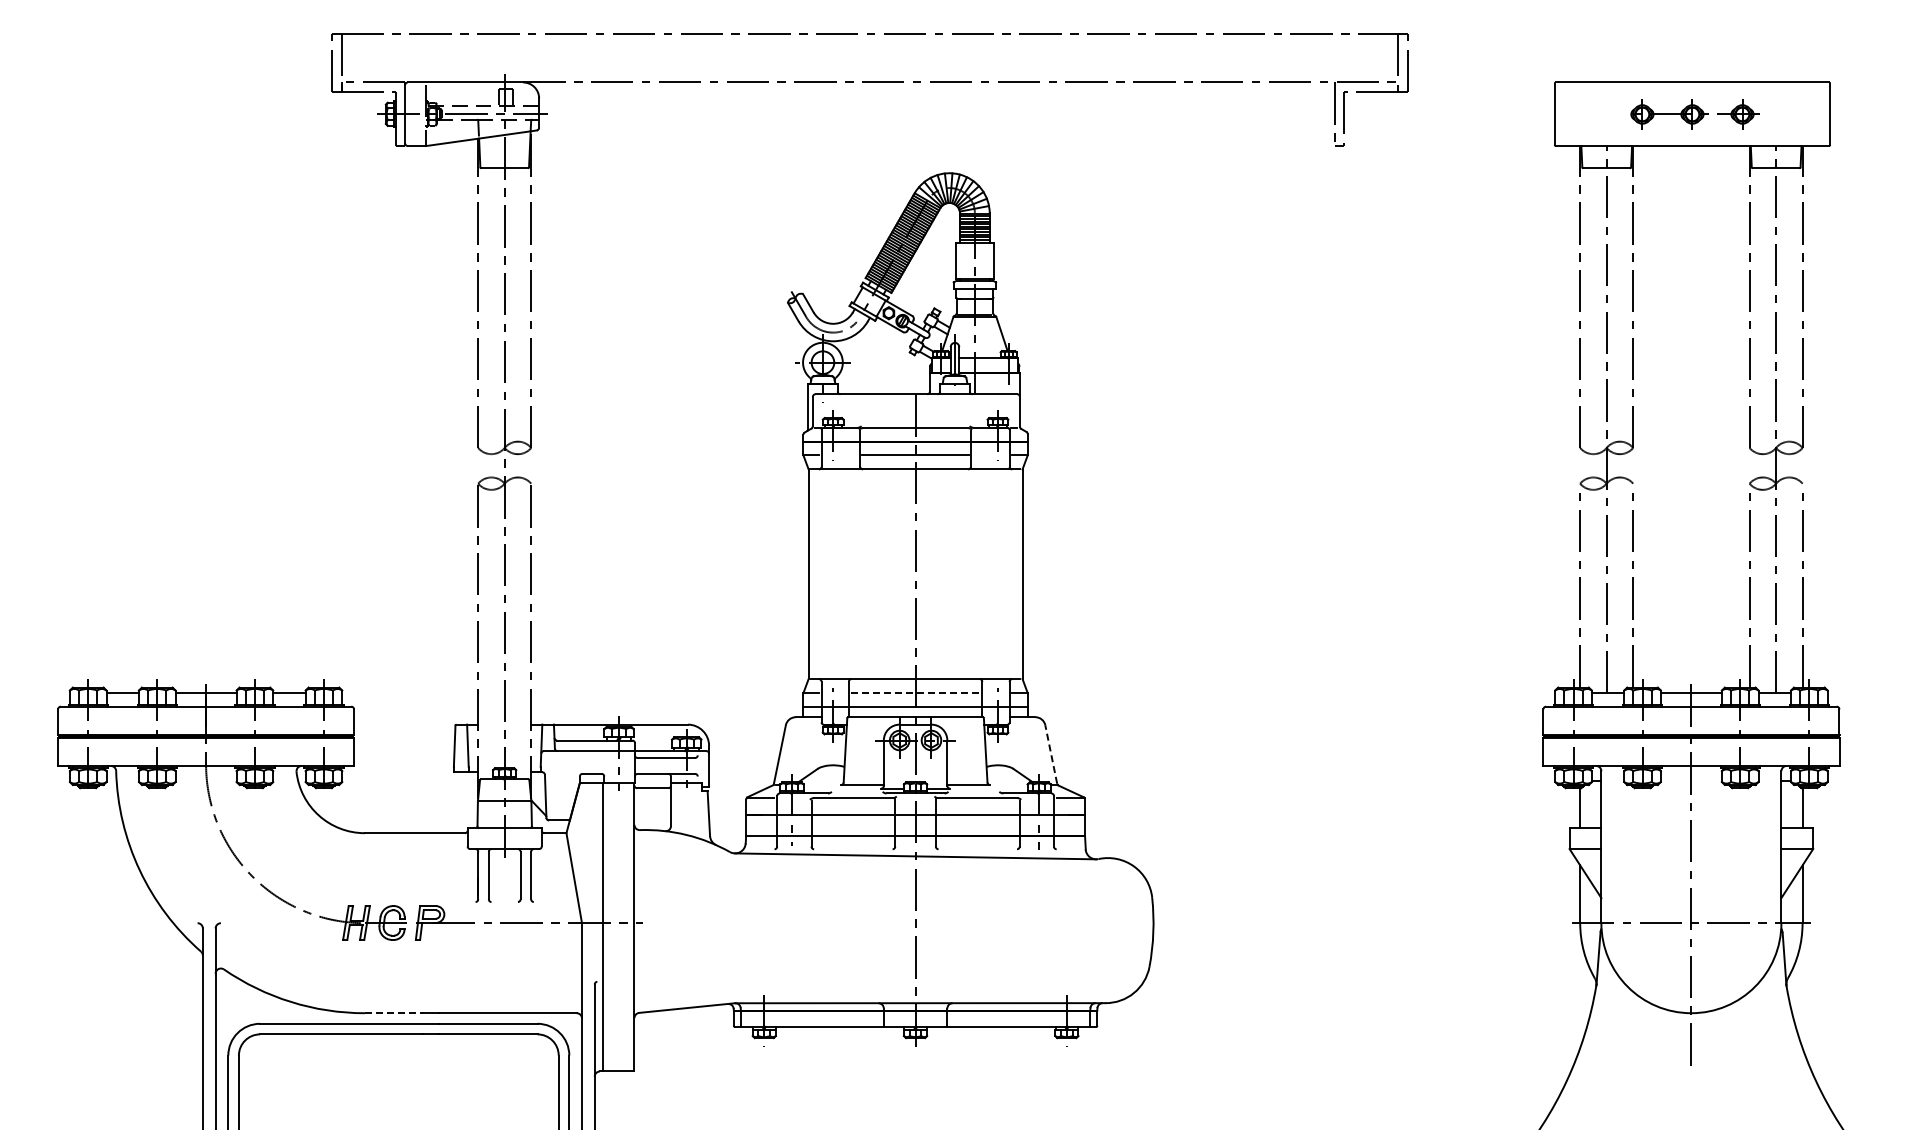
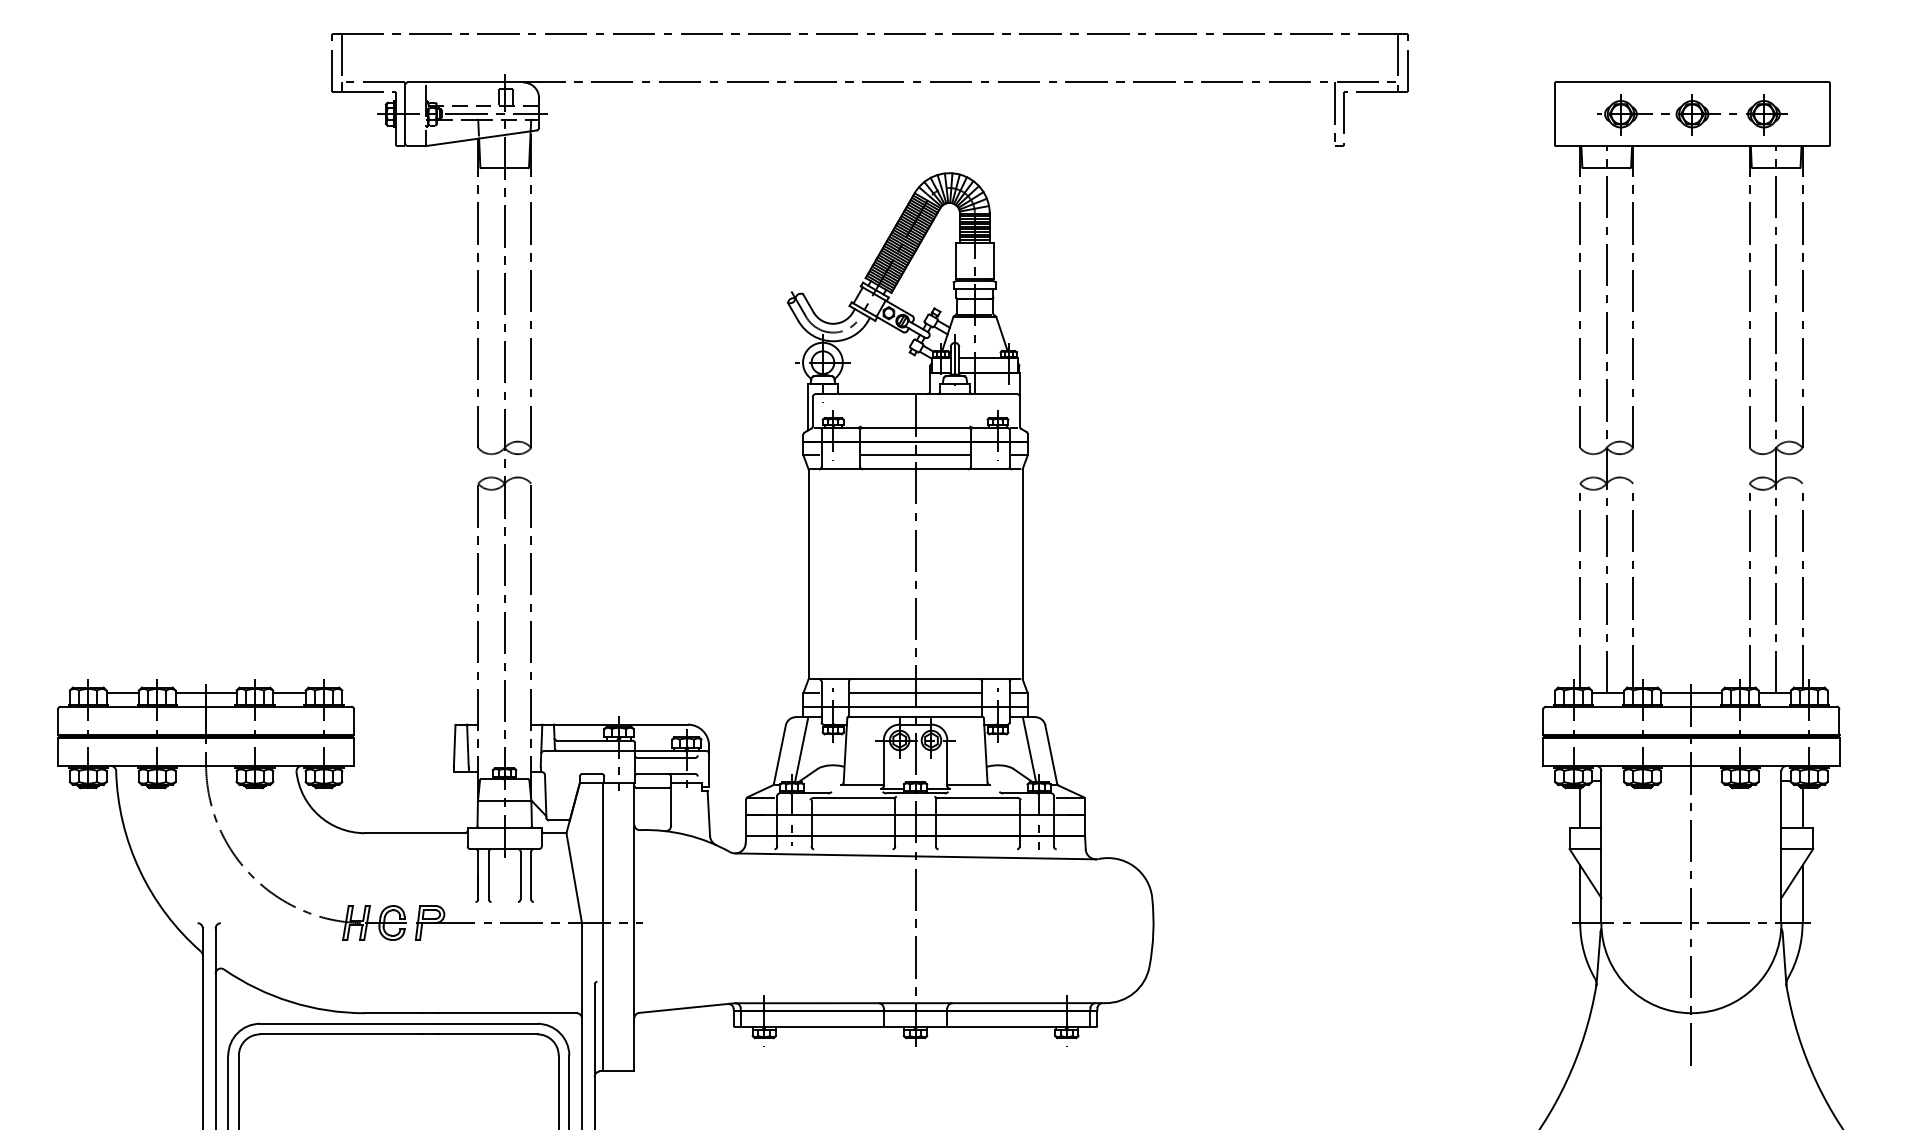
part at (1694, 114) size: 130x31 px -> 191x42 px
line at (915, 693): dashed -> solid
line at (801, 749): none -> present
line at (1029, 749): none -> present
line at (1051, 754): dashed -> solid
line at (393, 1013): dashed -> solid
